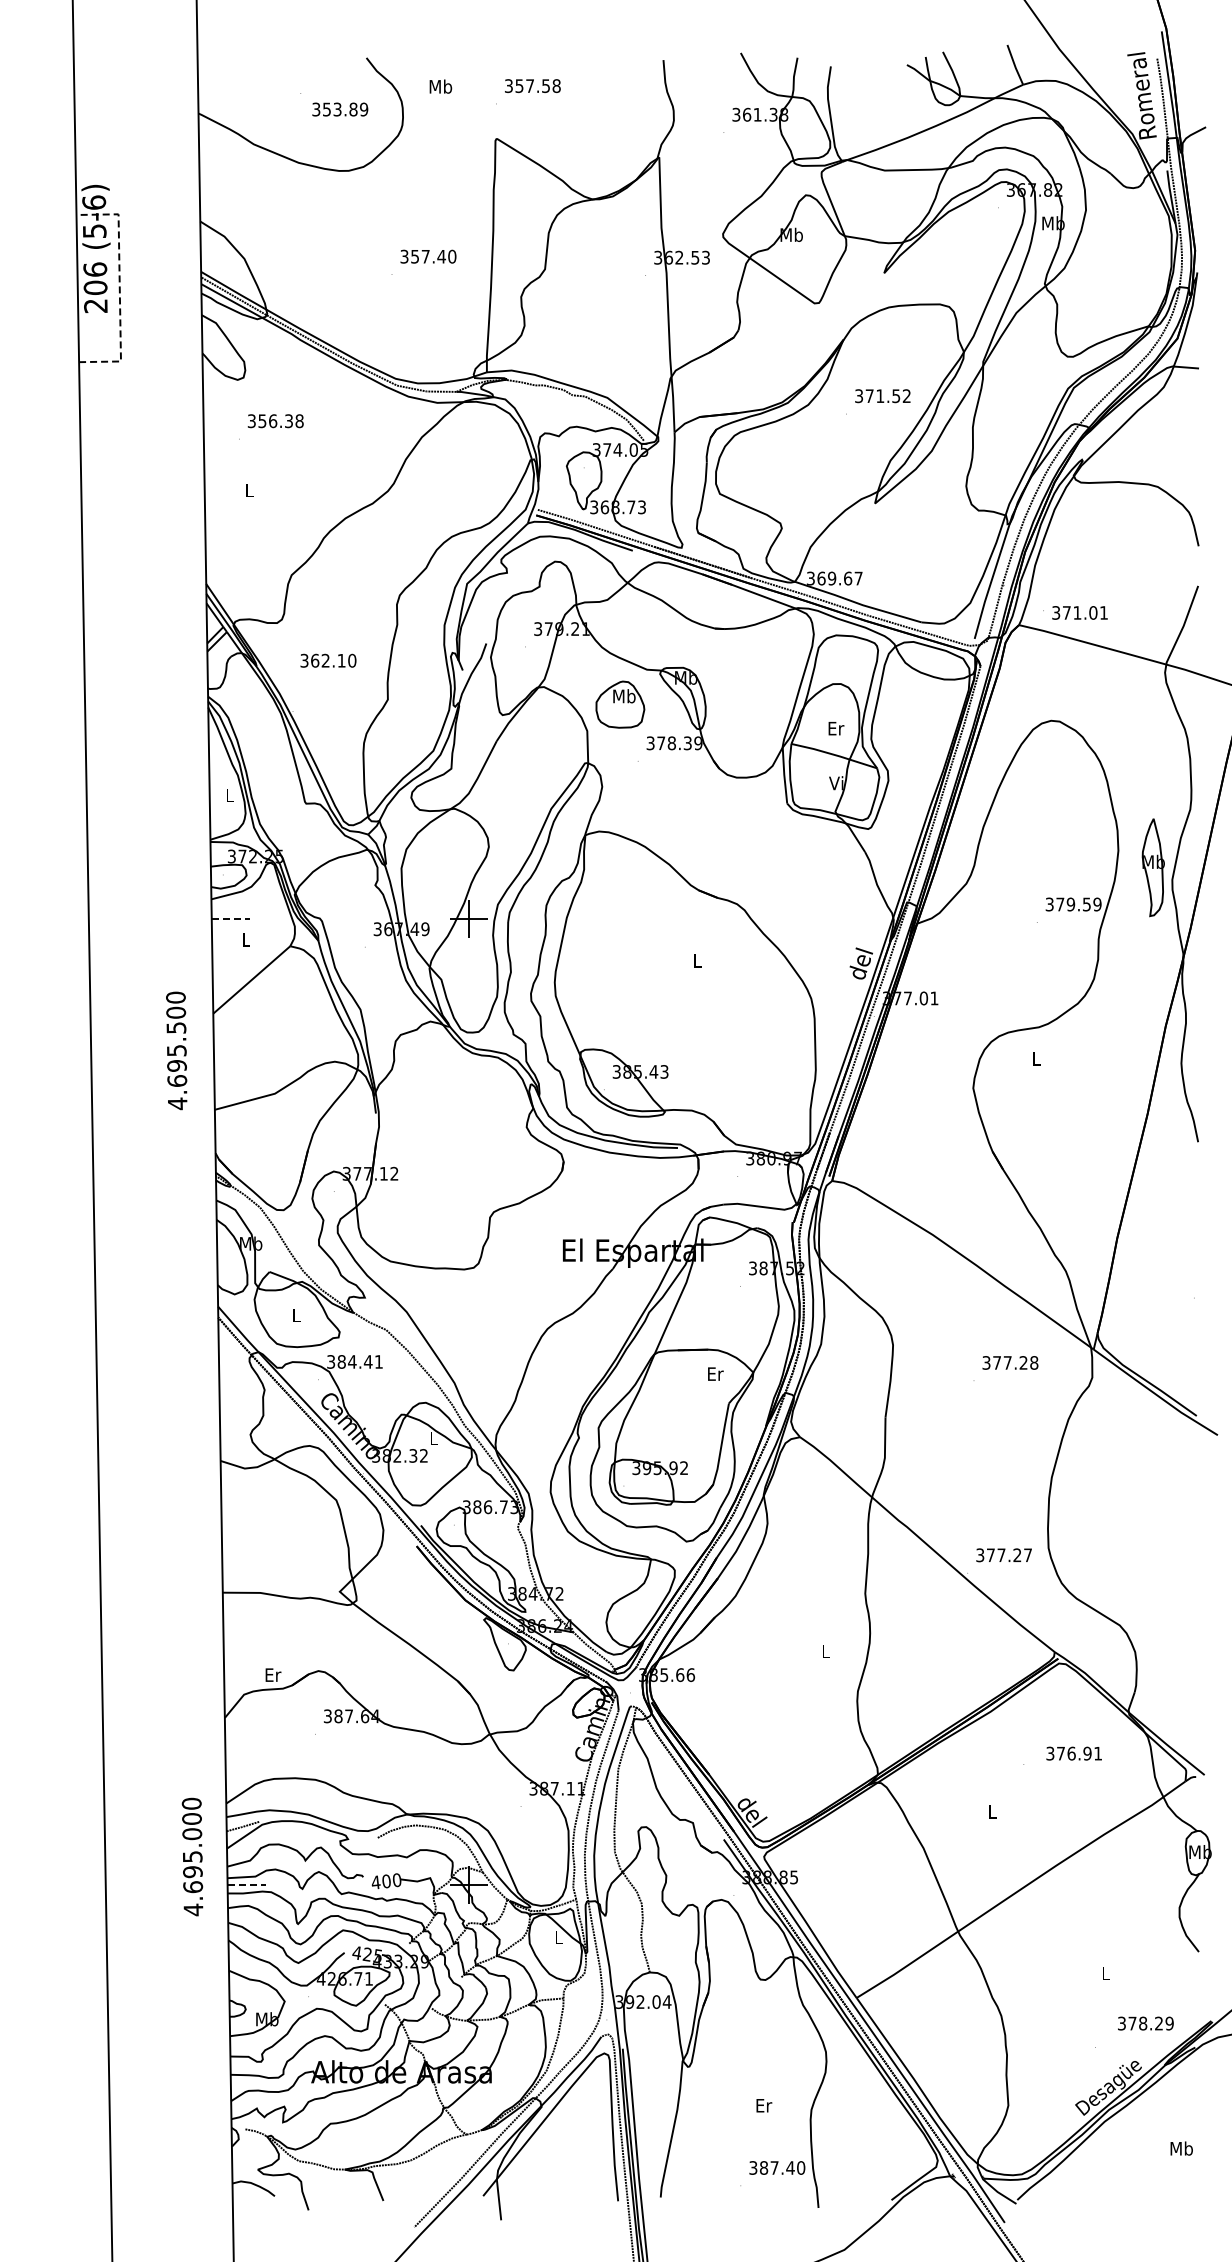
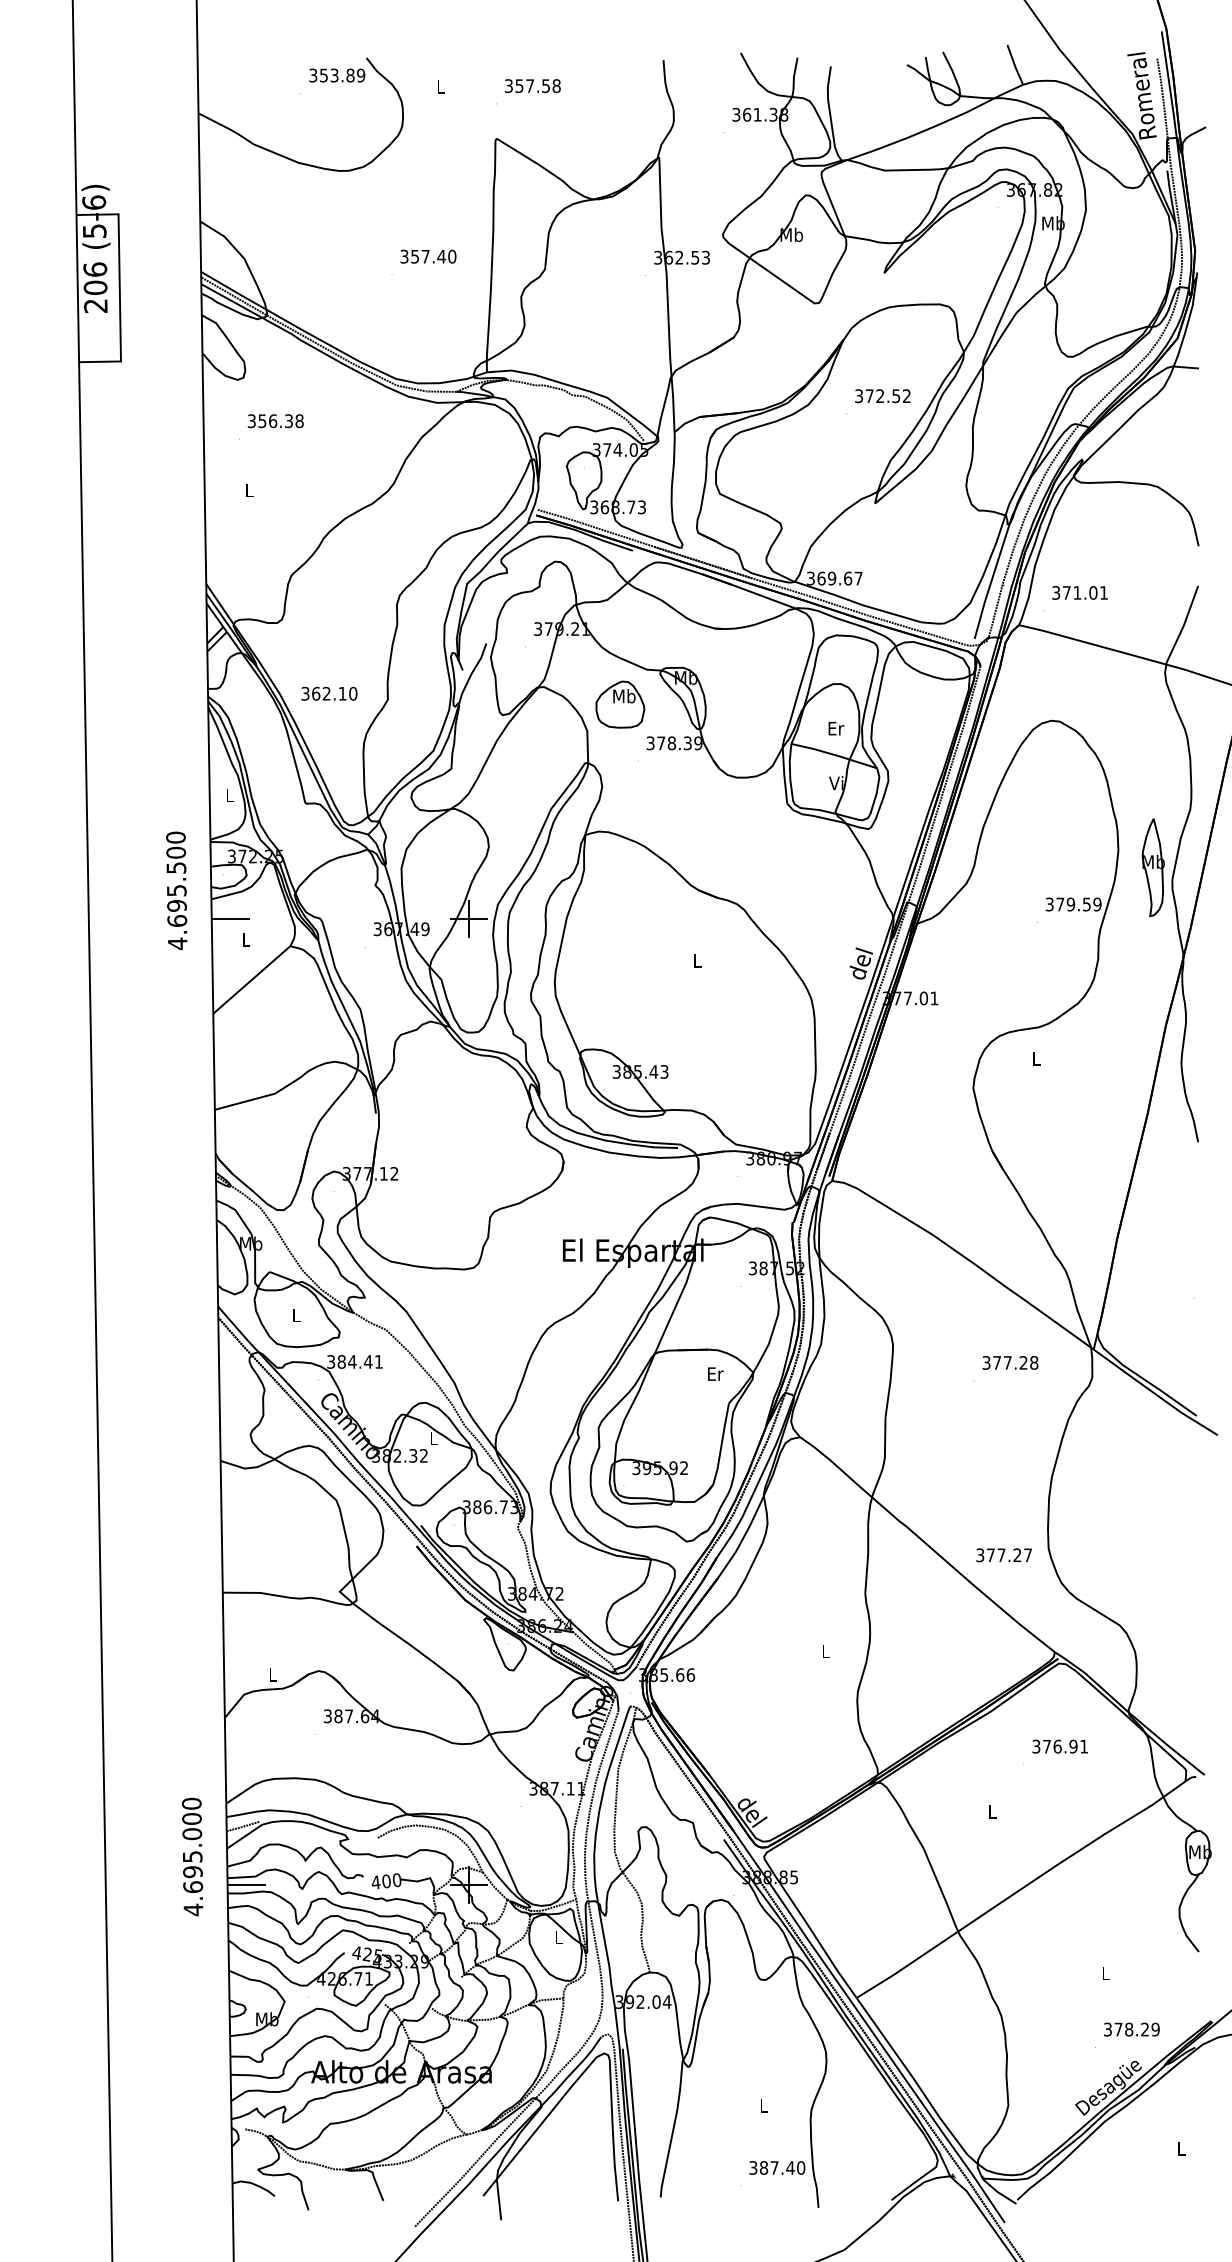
text at (440, 86): Mb -> L
text at (340, 109) position: (340, 109) -> (337, 75)
line at (119, 286): dashed -> solid
text at (880, 395): 371.52 -> 372.52
text at (1079, 612) position: (1079, 612) -> (1079, 592)
text at (328, 660) position: (328, 660) -> (329, 693)
line at (231, 918): dashed -> solid
text at (176, 1050) position: (176, 1050) -> (176, 890)
text at (273, 1674): Er -> L
text at (1073, 1753) position: (1073, 1753) -> (1059, 1746)
line at (247, 1885): dashed -> solid
text at (1145, 2023) position: (1145, 2023) -> (1131, 2029)
text at (764, 2105): Er -> L
text at (1181, 2148): Mb -> L
